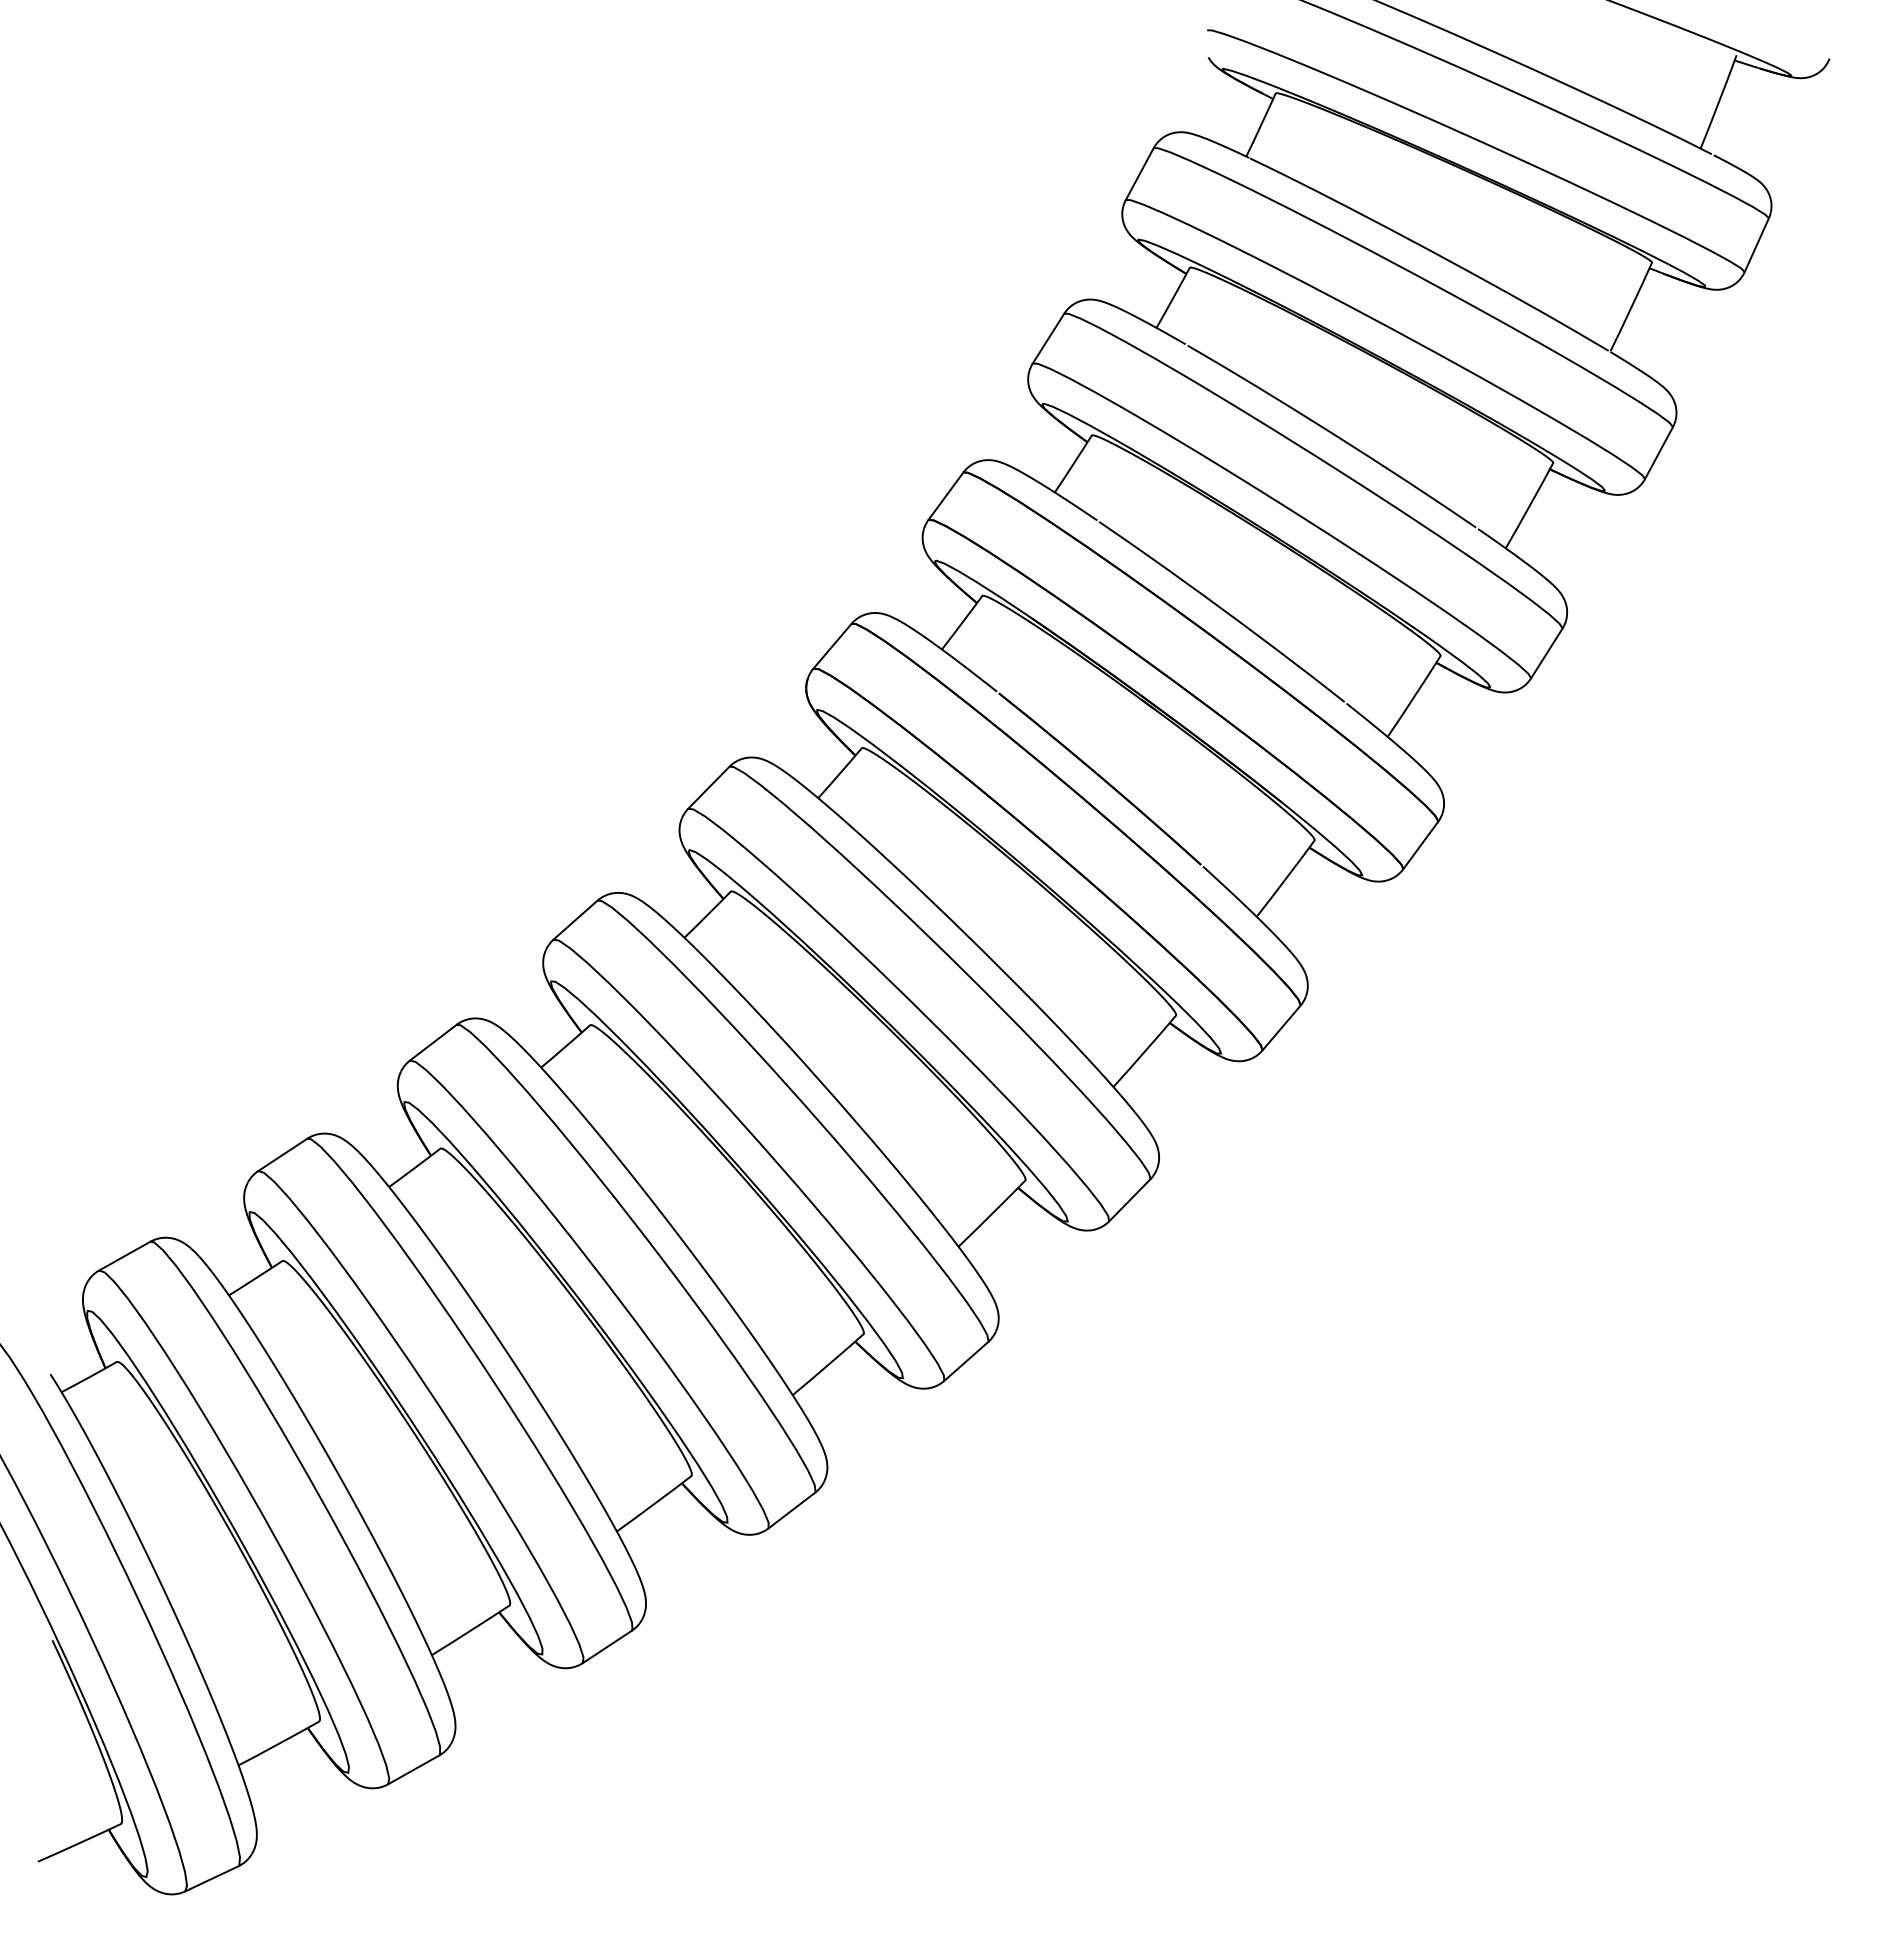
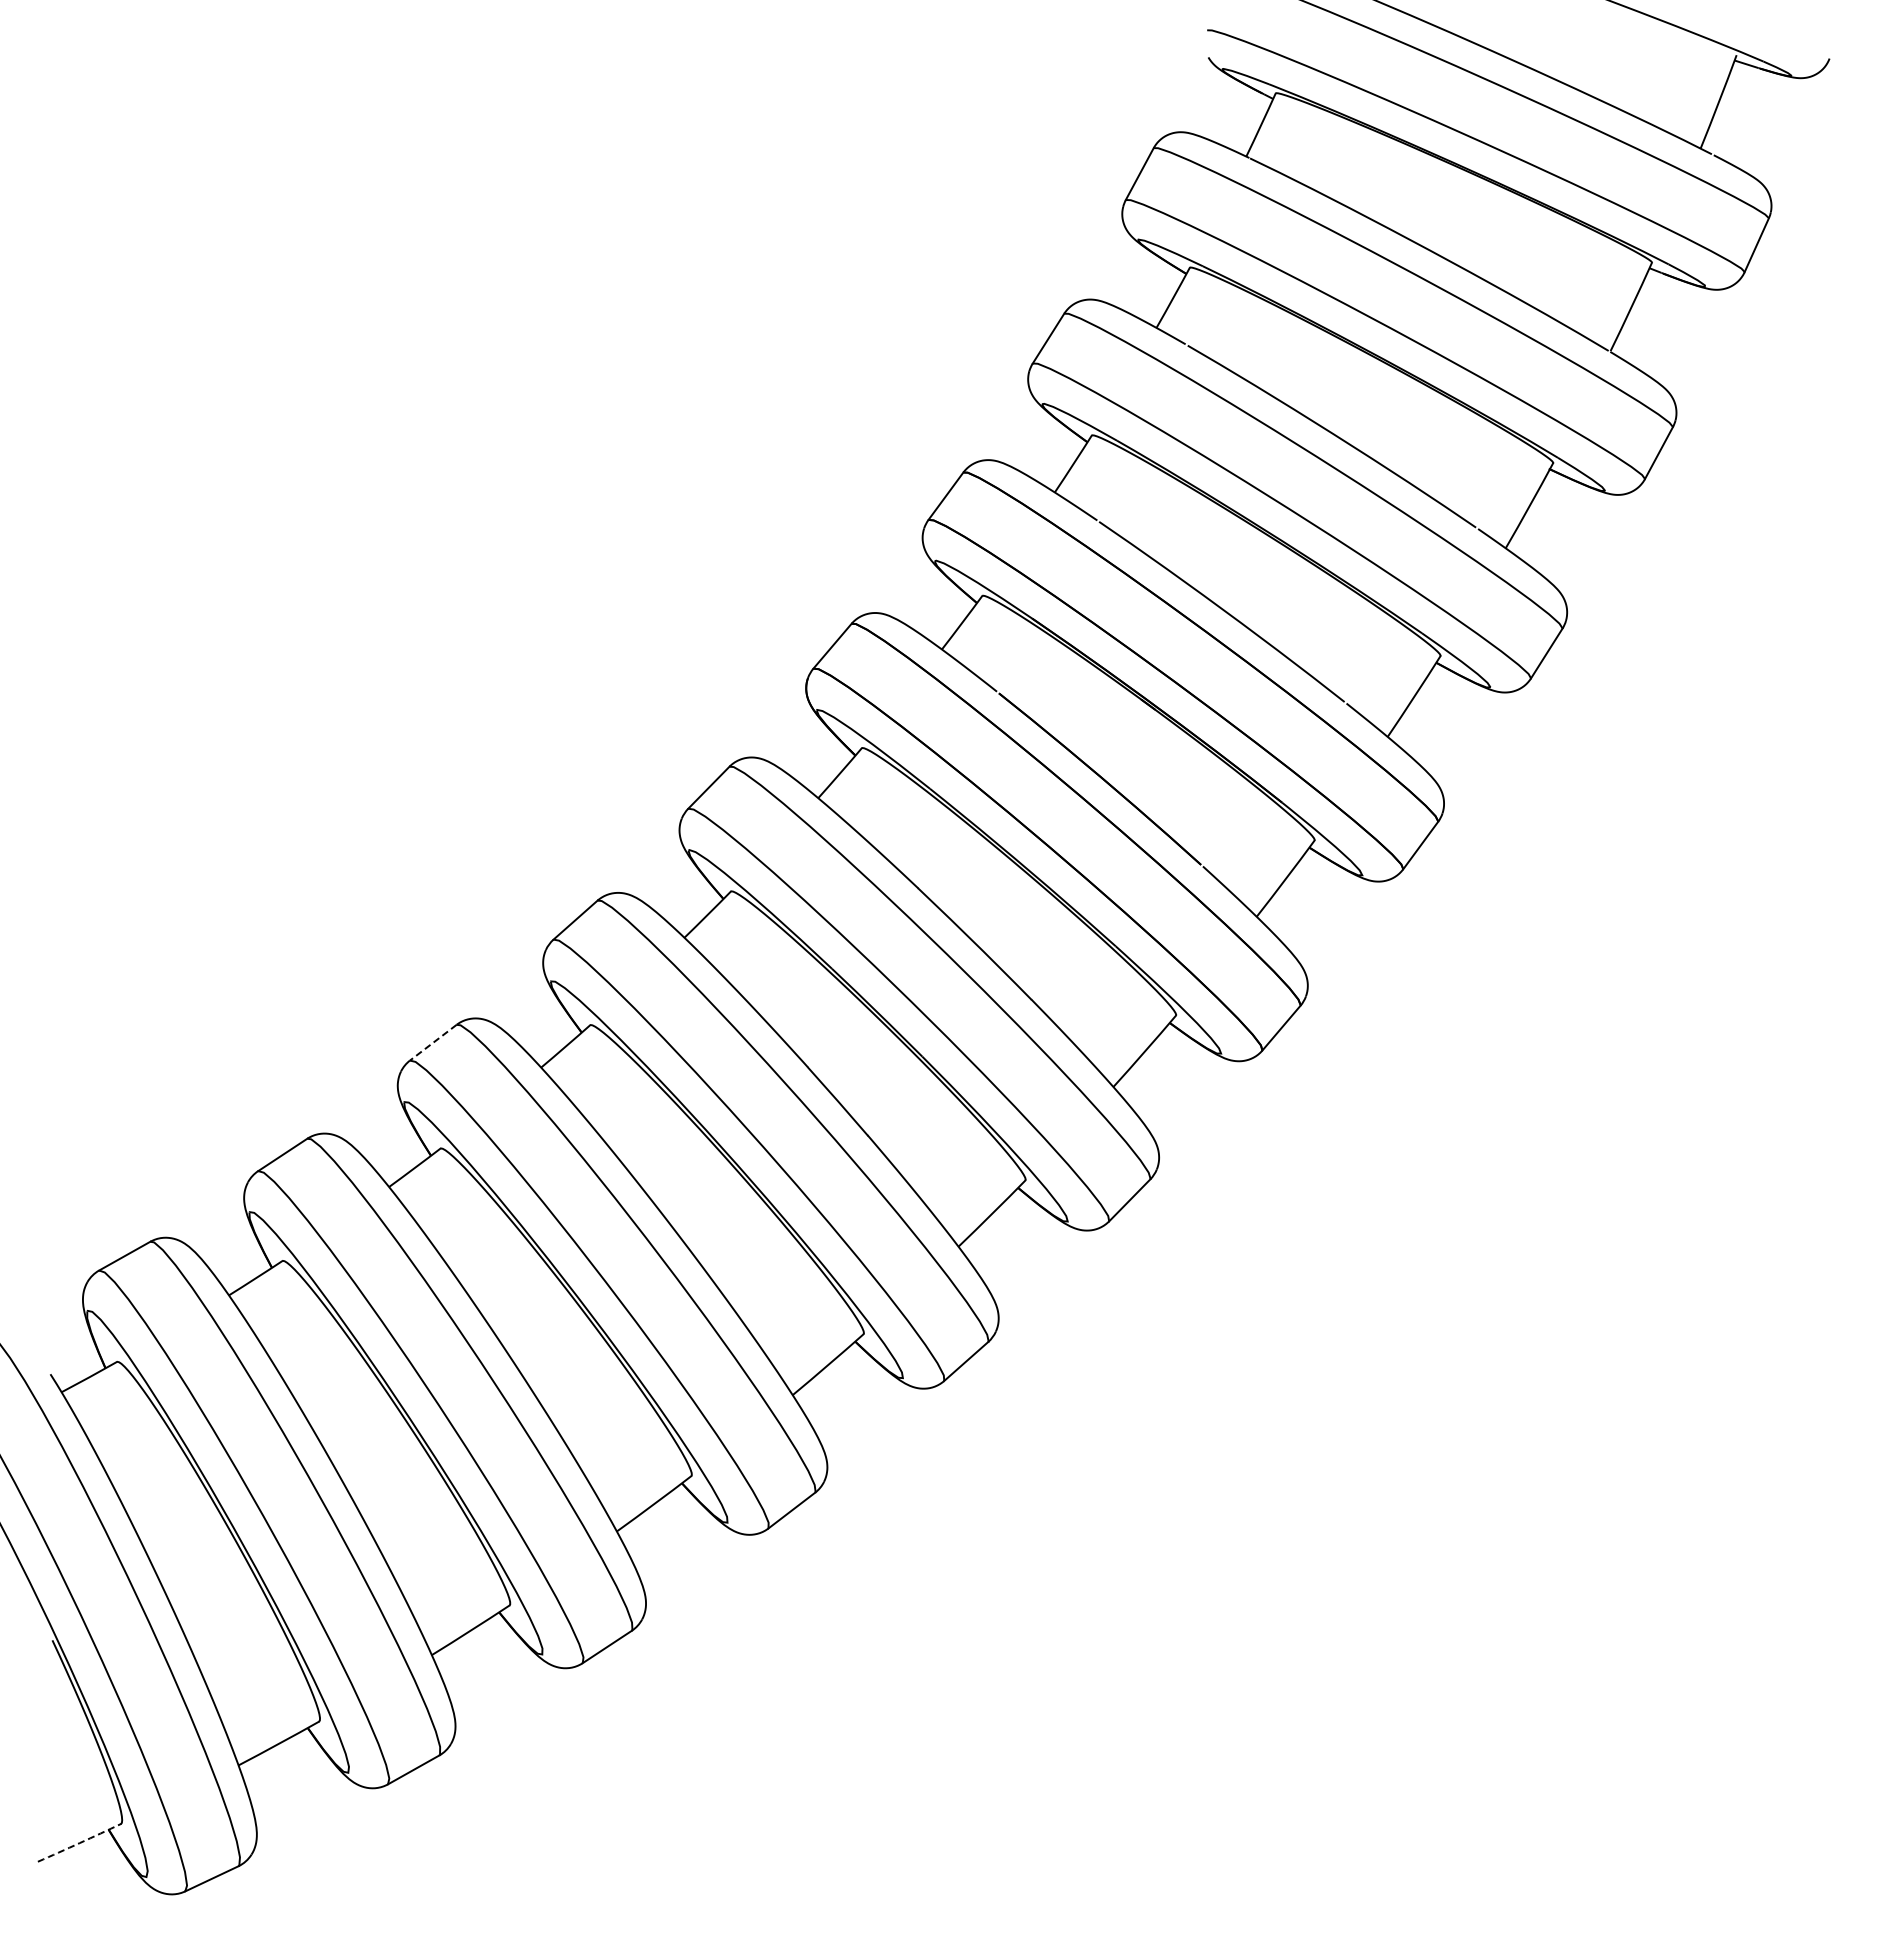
line at (432, 1043): solid -> dashed
arc at (79, 1843): solid -> dashed
